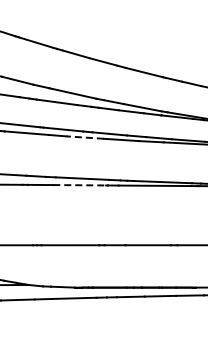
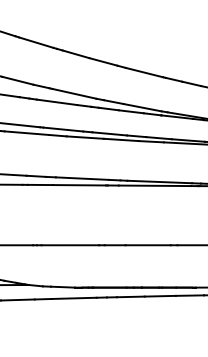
line at (85, 137): dashed -> solid
line at (80, 185): dashed -> solid
